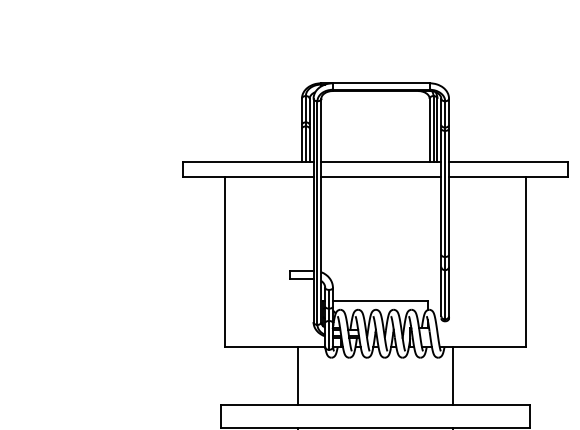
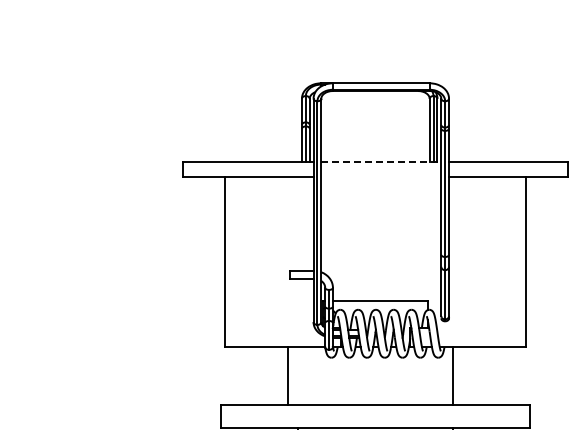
line at (381, 161): solid -> dashed
line at (381, 177): present -> none
line at (298, 375) position: (298, 375) -> (288, 375)
